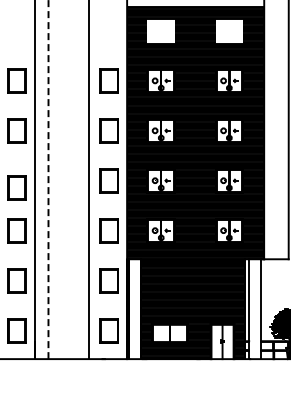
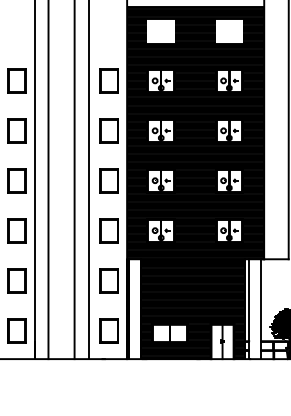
line at (48, 179): dashed -> solid
line at (74, 180): none -> present
part at (16, 187) position: (16, 187) -> (16, 180)
